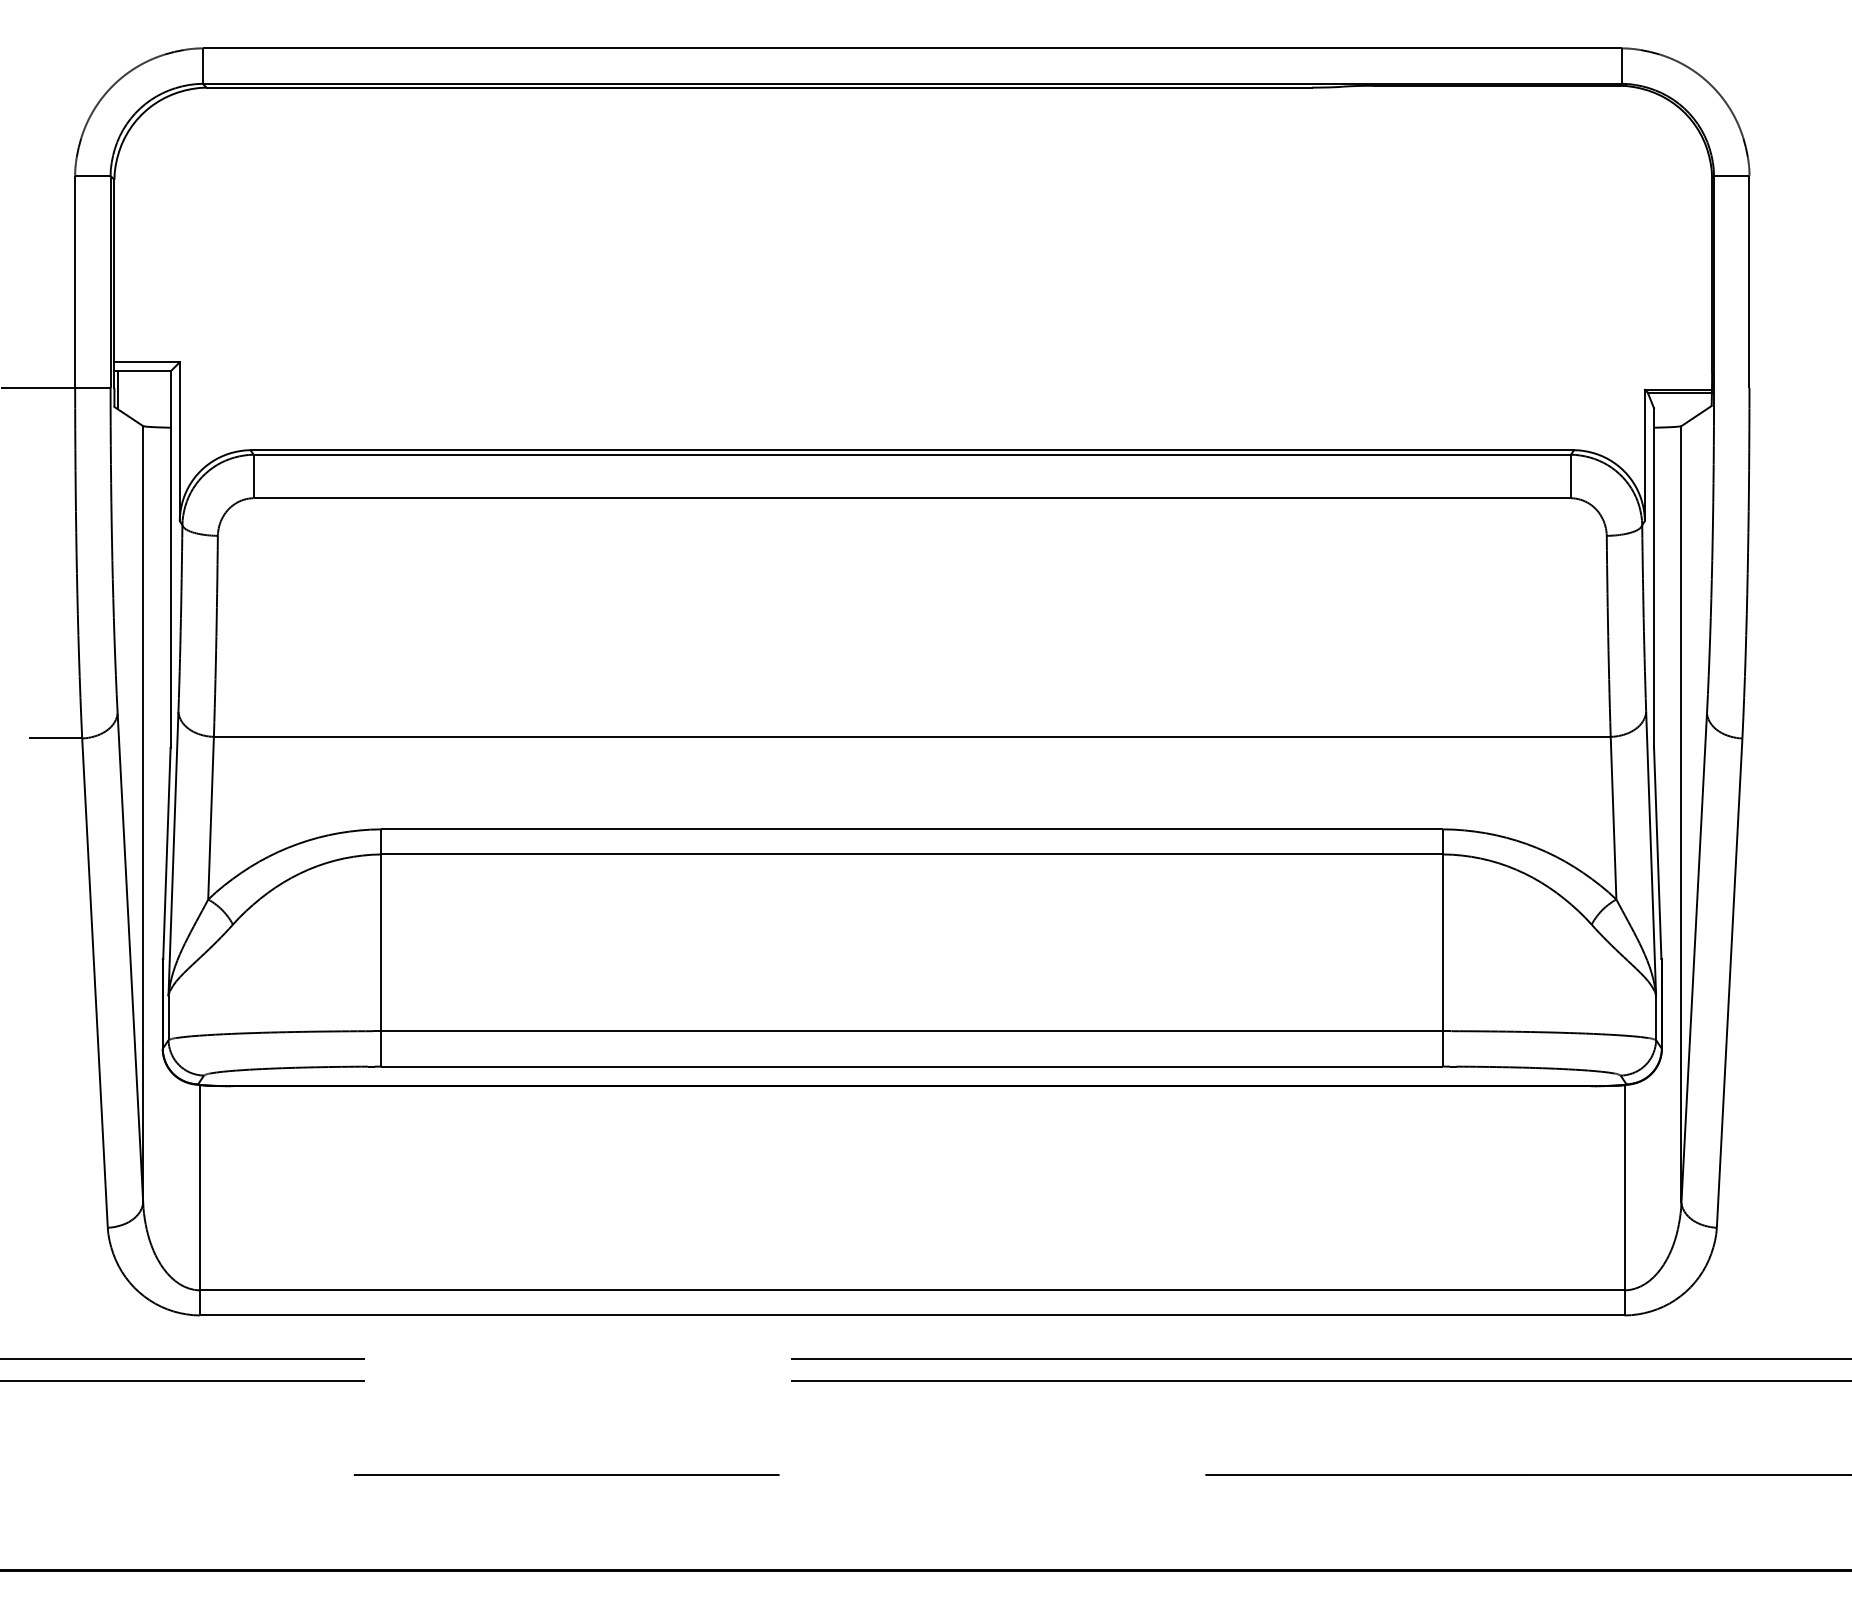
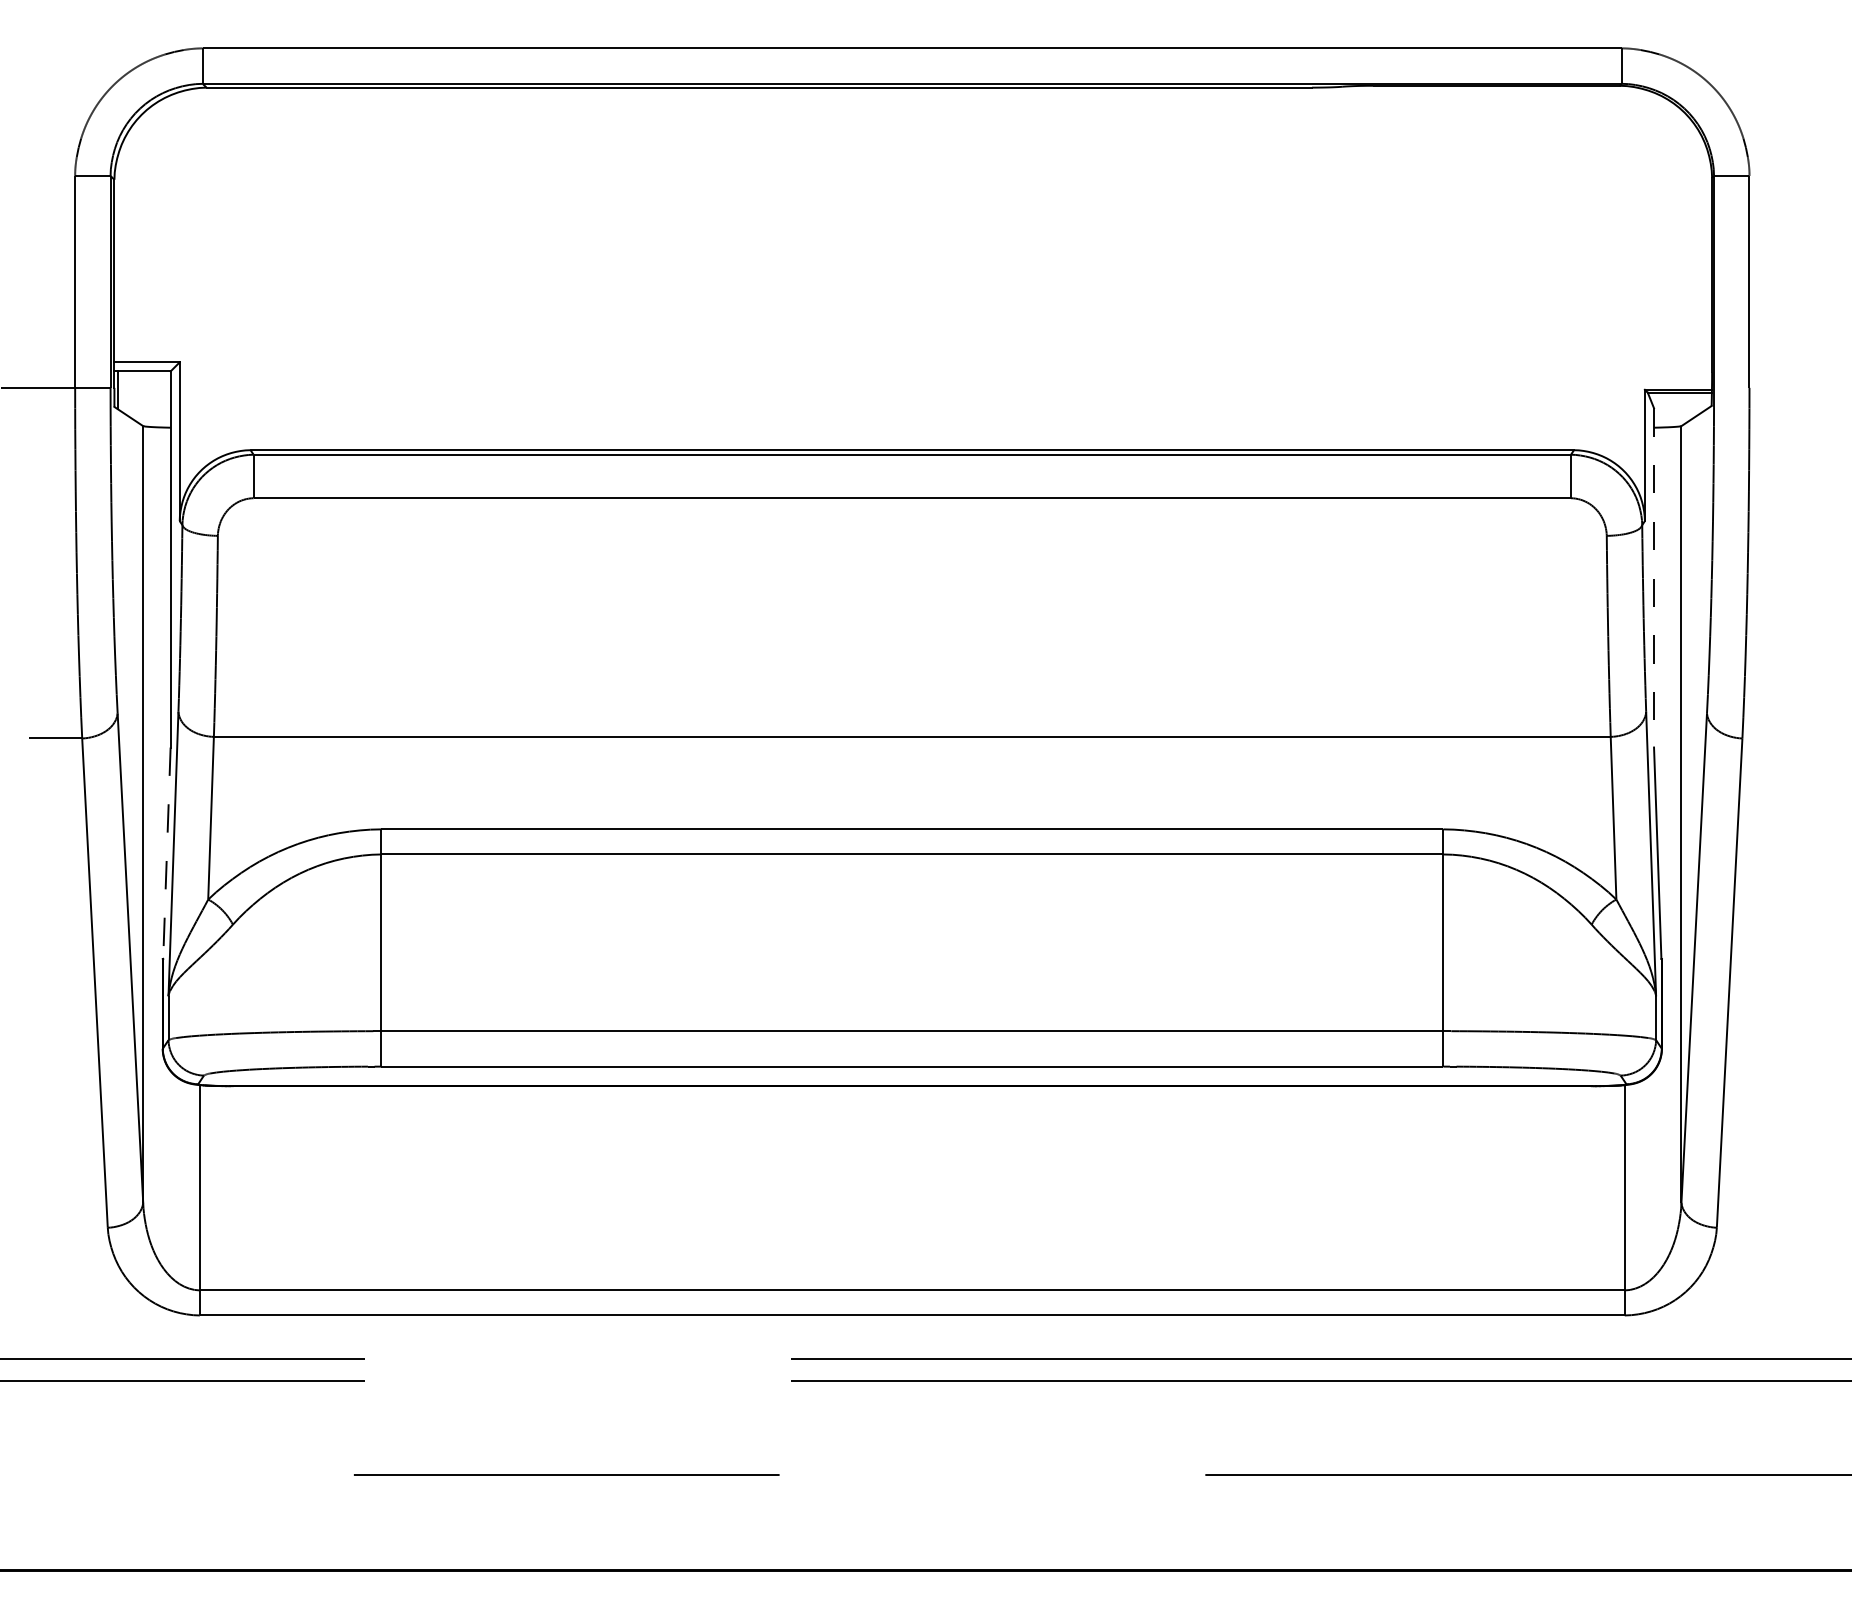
line at (1654, 577): solid -> dashed
line at (166, 853): solid -> dashed
